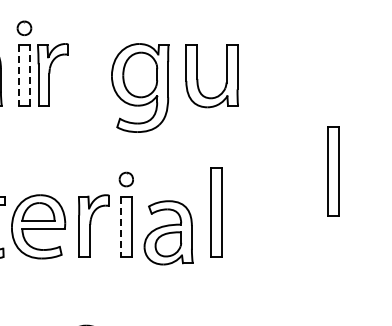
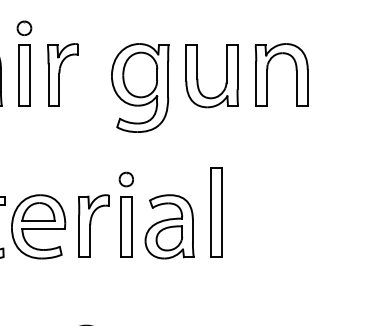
part at (268, 69): none -> present
part at (52, 74) position: (52, 74) -> (62, 74)
line at (30, 75): dashed -> solid
line at (19, 76): dashed -> solid
part at (333, 171): present -> none
line at (121, 227): dashed -> solid
part at (168, 232) position: (168, 232) -> (169, 226)
